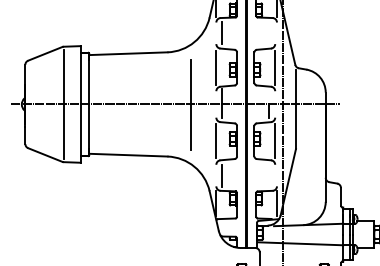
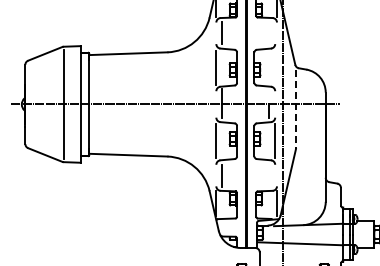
line at (275, 67): present -> none
line at (190, 105): present -> none
line at (295, 109): solid -> dashed
